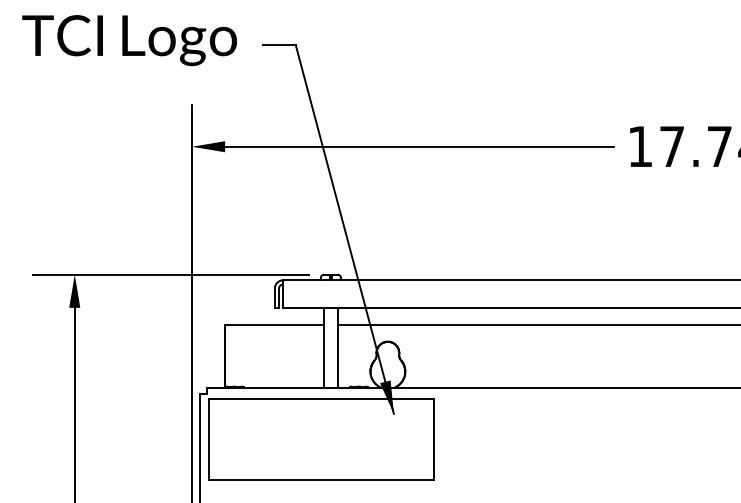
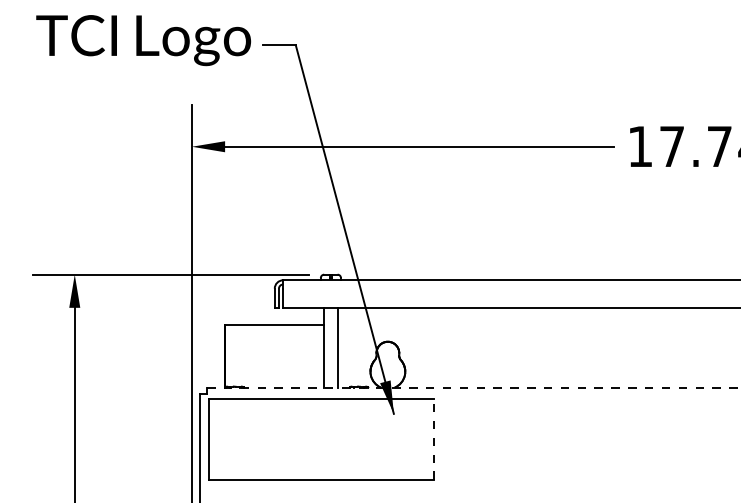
text at (129, 40) position: (129, 40) -> (143, 40)
line at (537, 325): present -> none
line at (473, 387): solid -> dashed
line at (433, 438): solid -> dashed
